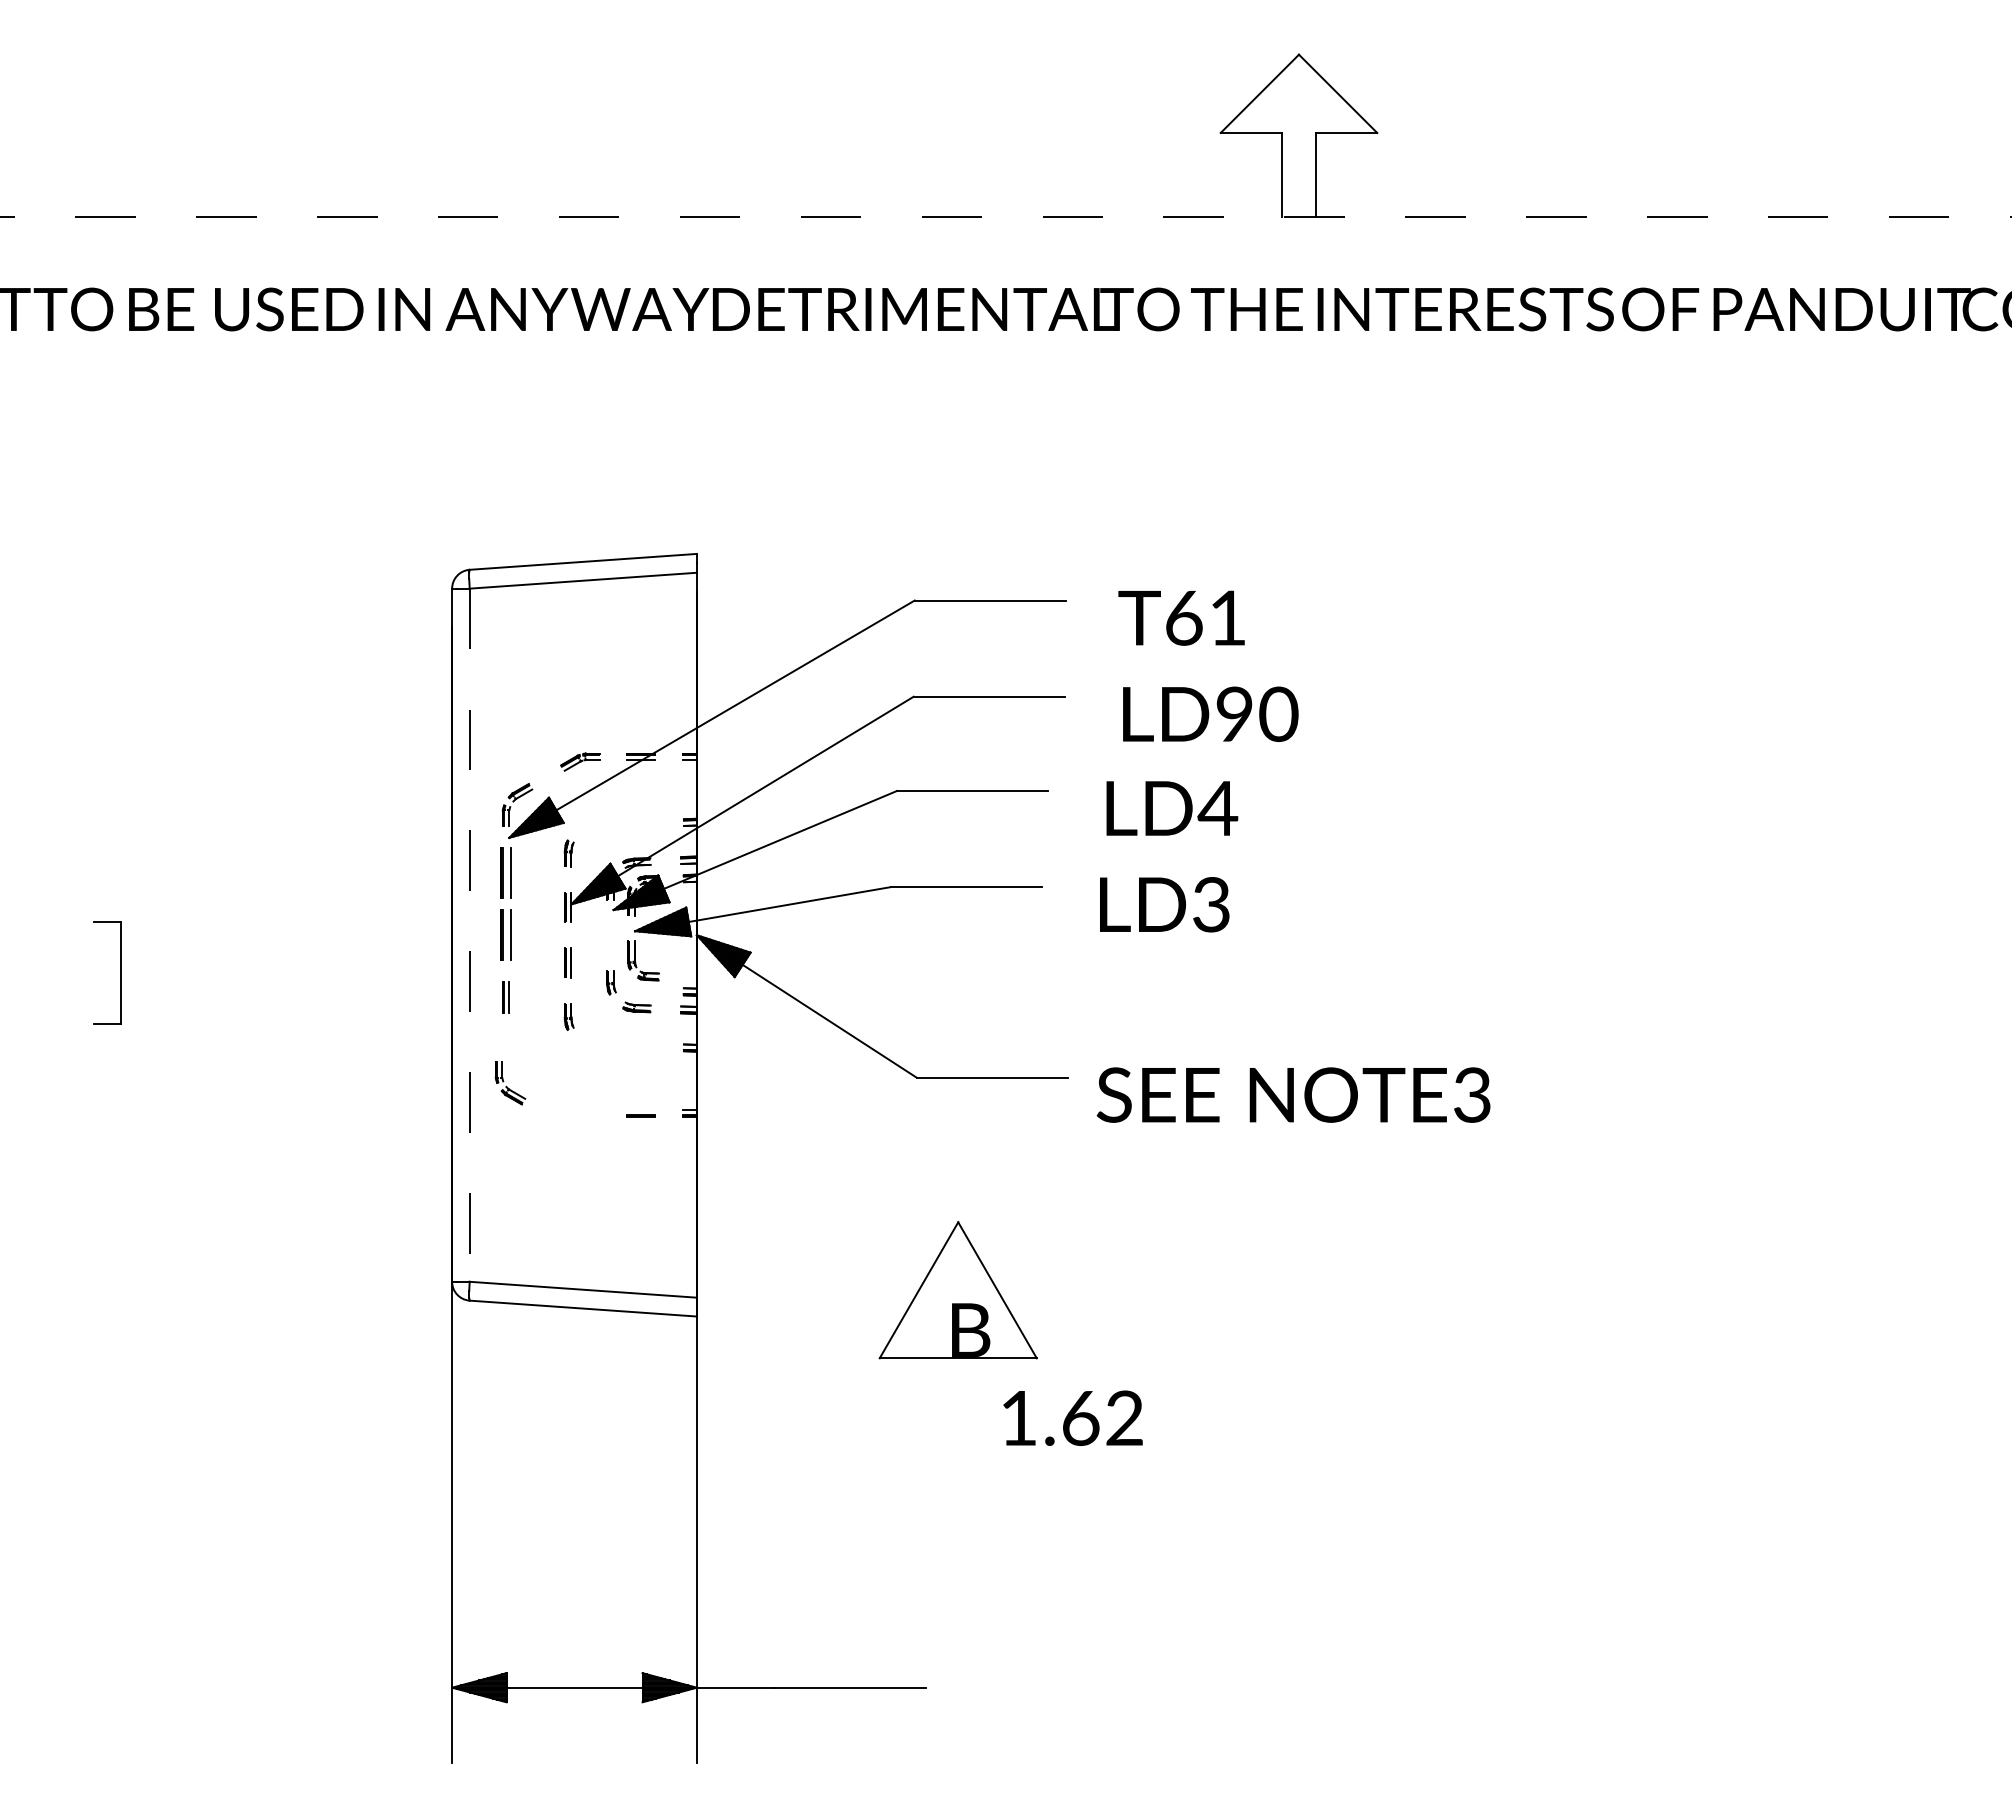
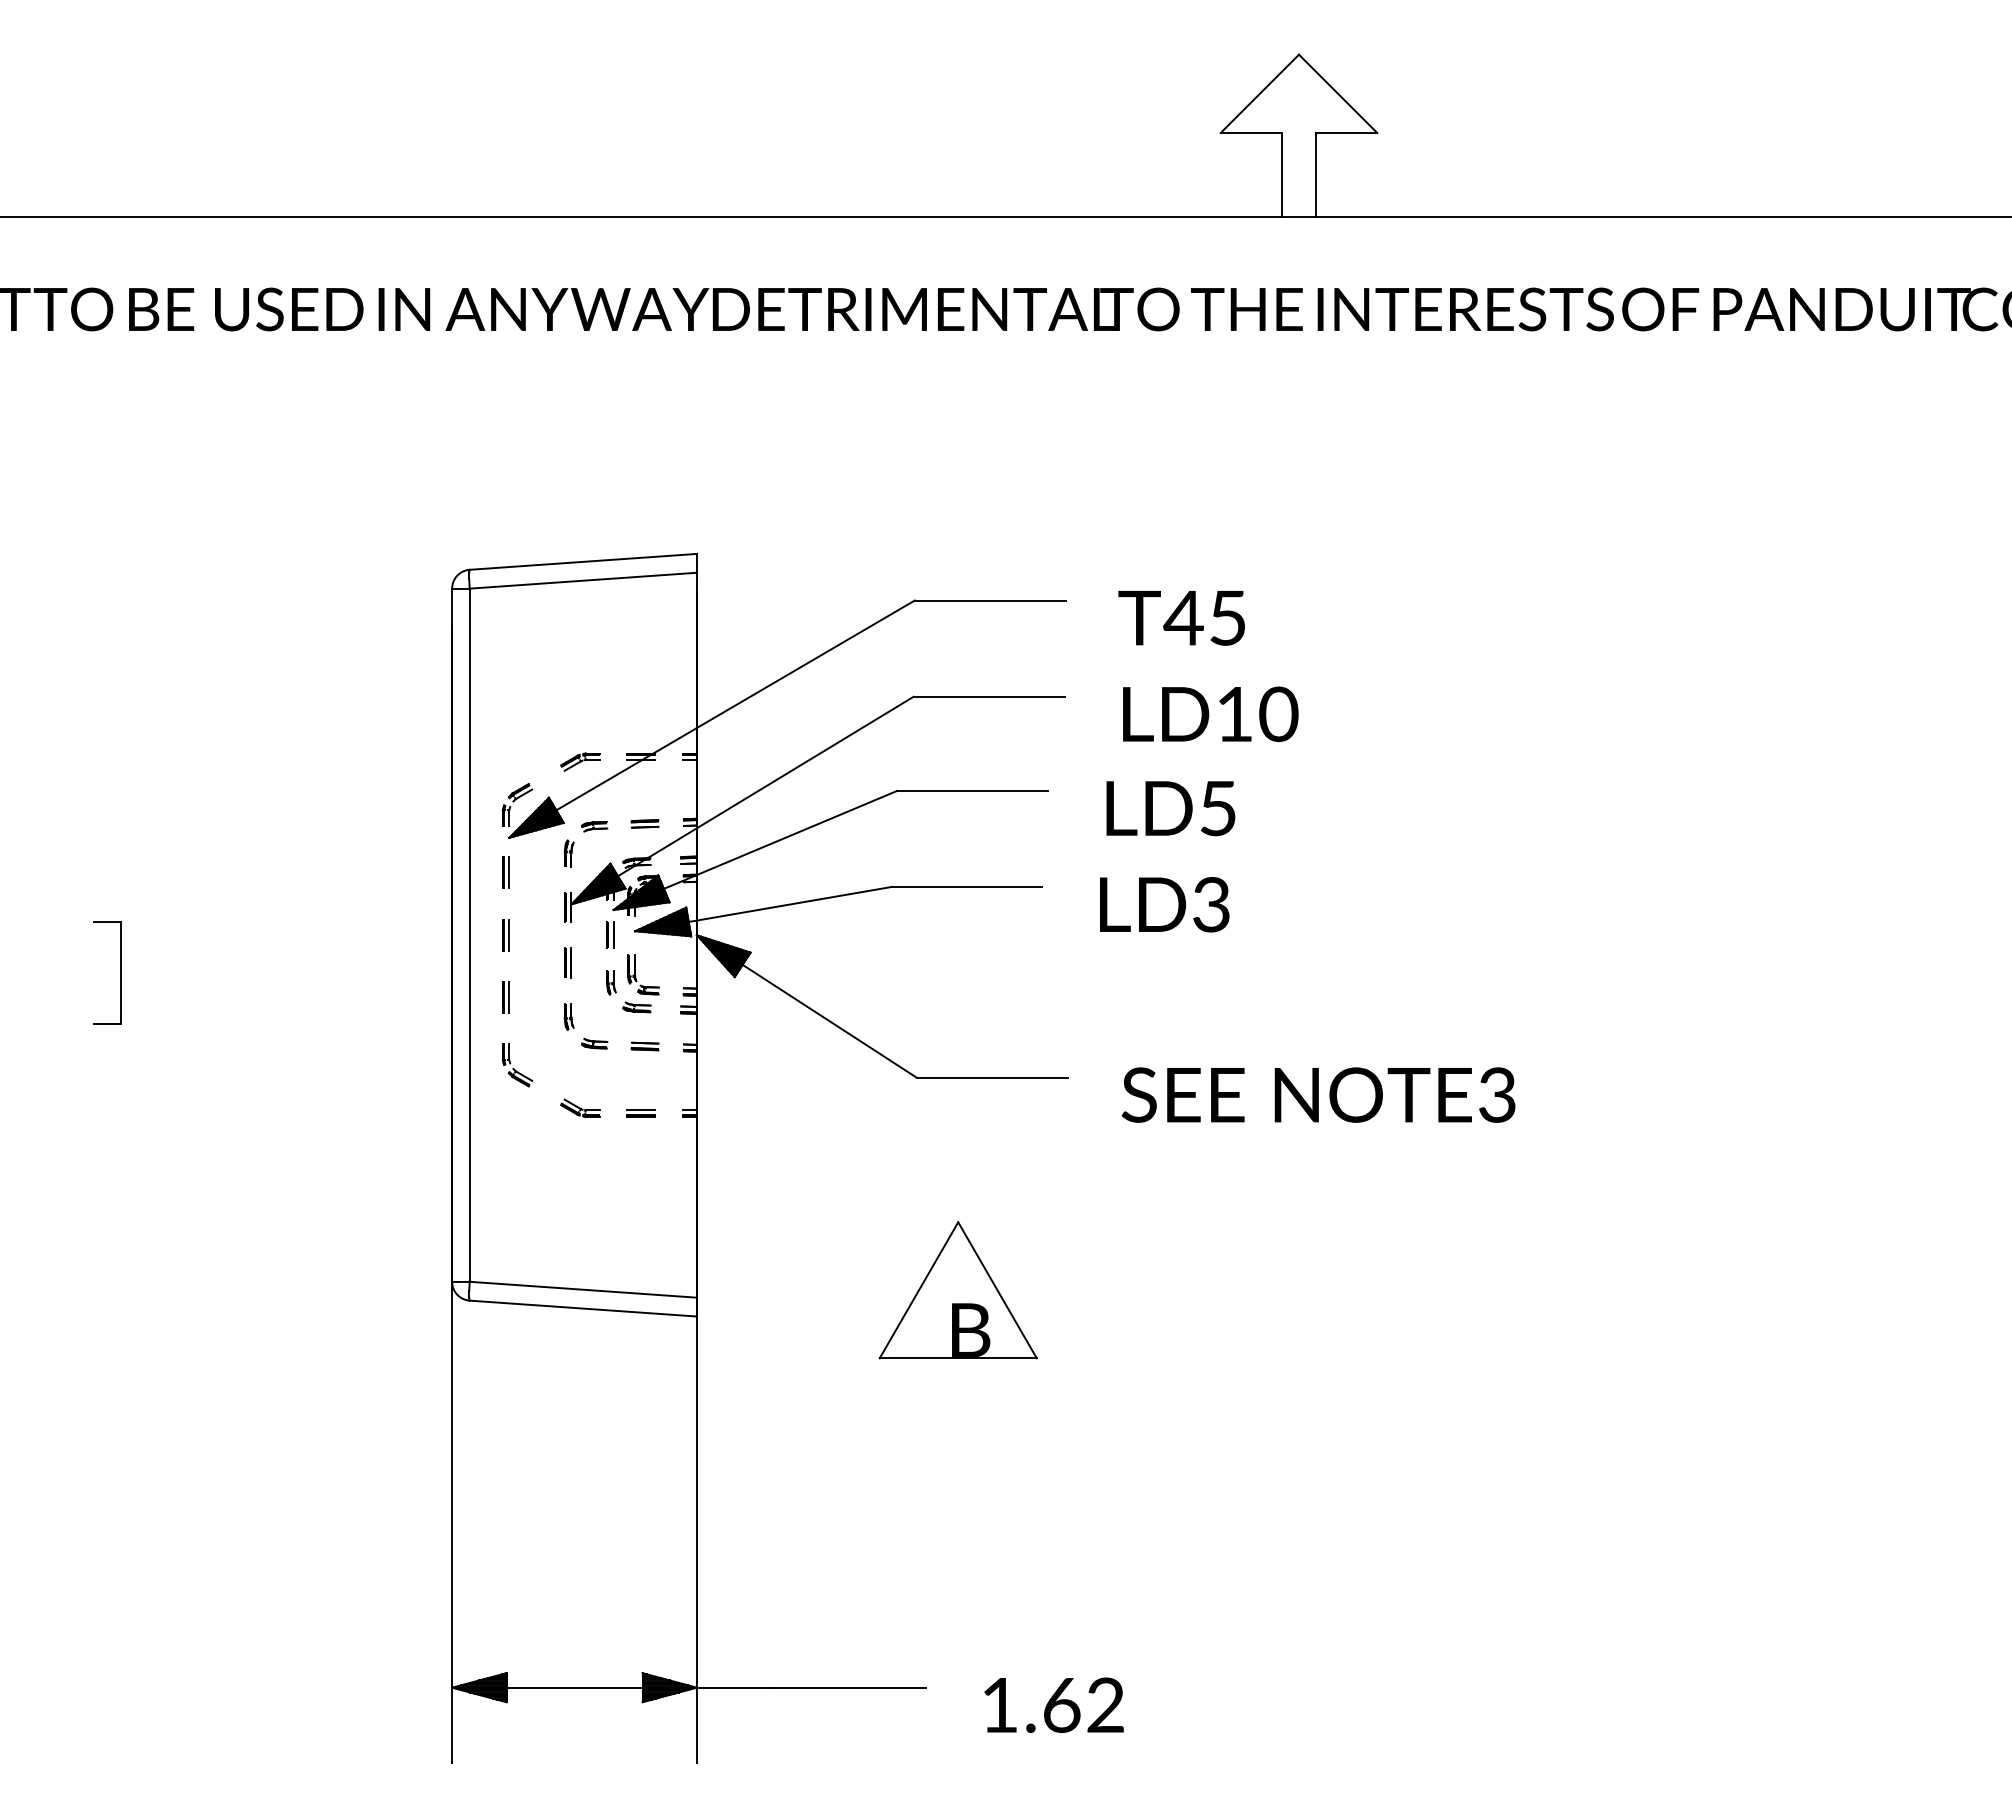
line at (1005, 216): dashed -> solid
text at (1203, 617): T61 -> T45
text at (1234, 713): LD90 -> LD10
text at (1217, 808): LD4 -> LD5
part at (644, 823): none -> present
part at (594, 826): none -> present
part at (505, 872) size: 12x52 px -> 8x33 px
part at (505, 934) size: 12x52 px -> 8x33 px
part at (610, 934): none -> present
line at (469, 935): dashed -> solid
part at (636, 962) position: (636, 962) -> (636, 976)
part at (594, 1043): none -> present
part at (644, 1046): none -> present
part at (510, 1083) position: (510, 1083) -> (517, 1065)
text at (1293, 1094) position: (1293, 1094) -> (1318, 1094)
part at (580, 1107): none -> present
line at (641, 1110): none -> present
text at (1072, 1417) position: (1072, 1417) -> (1053, 1704)
